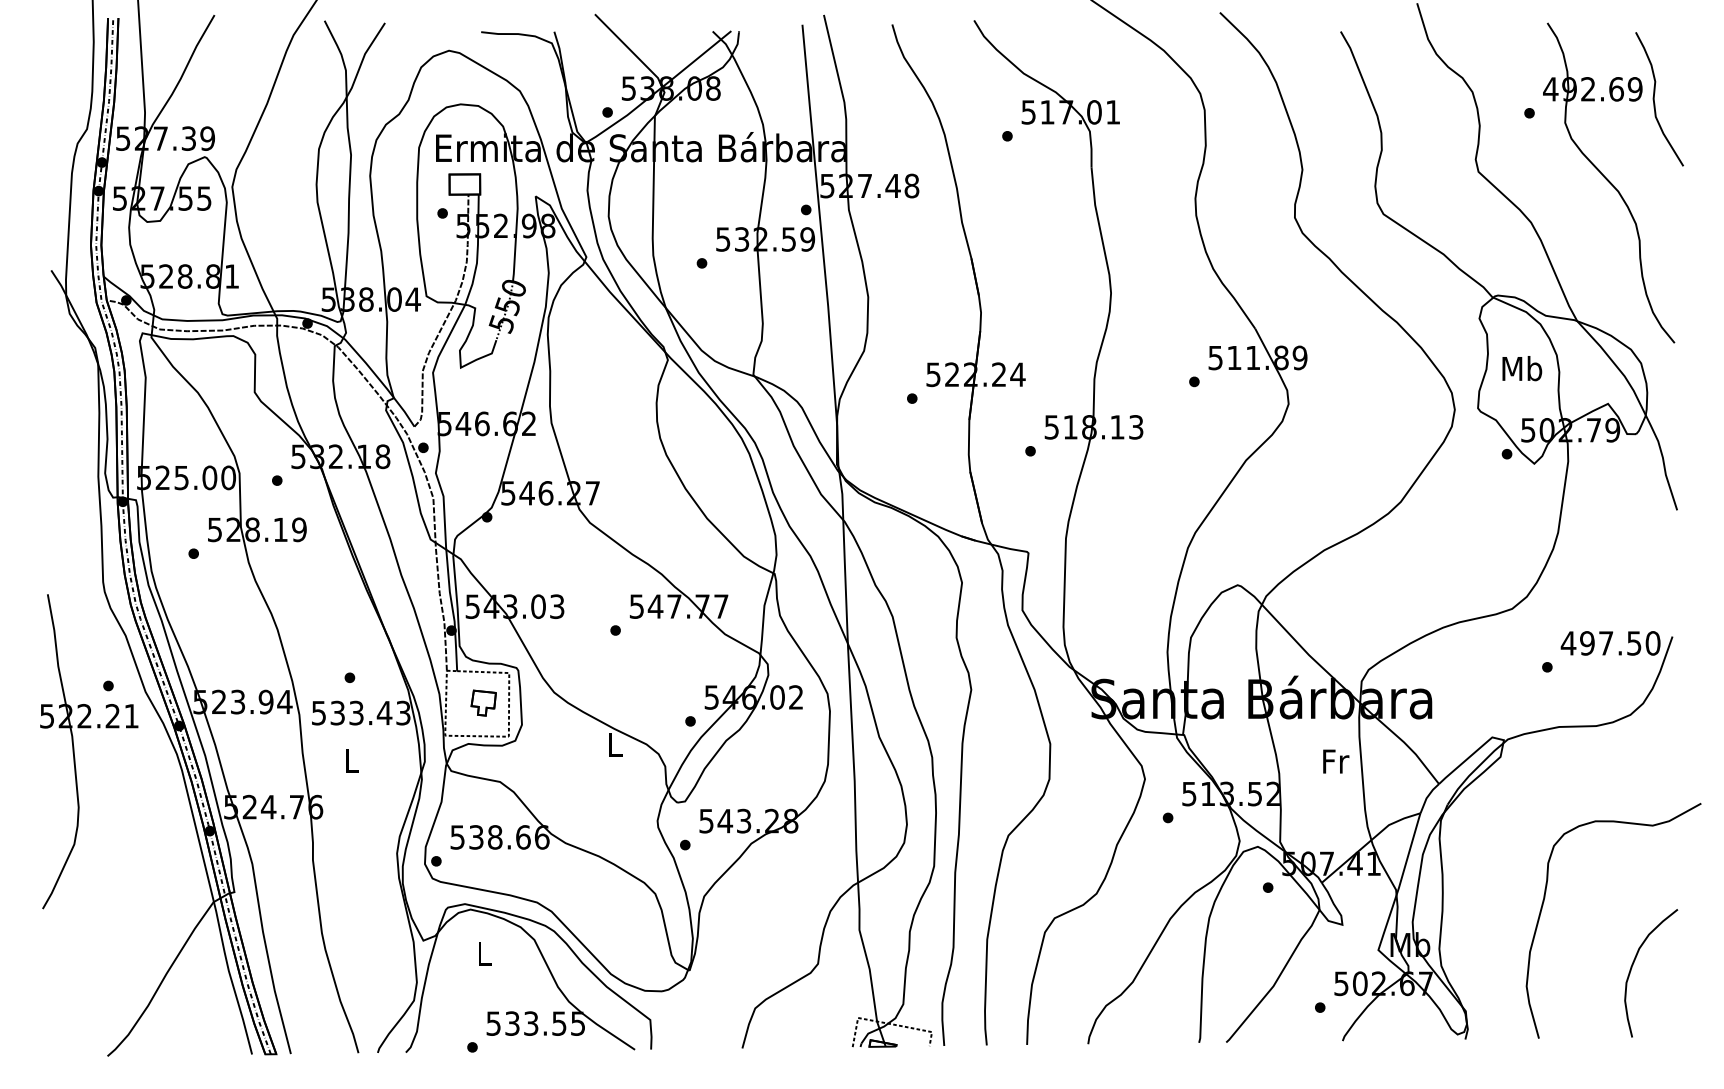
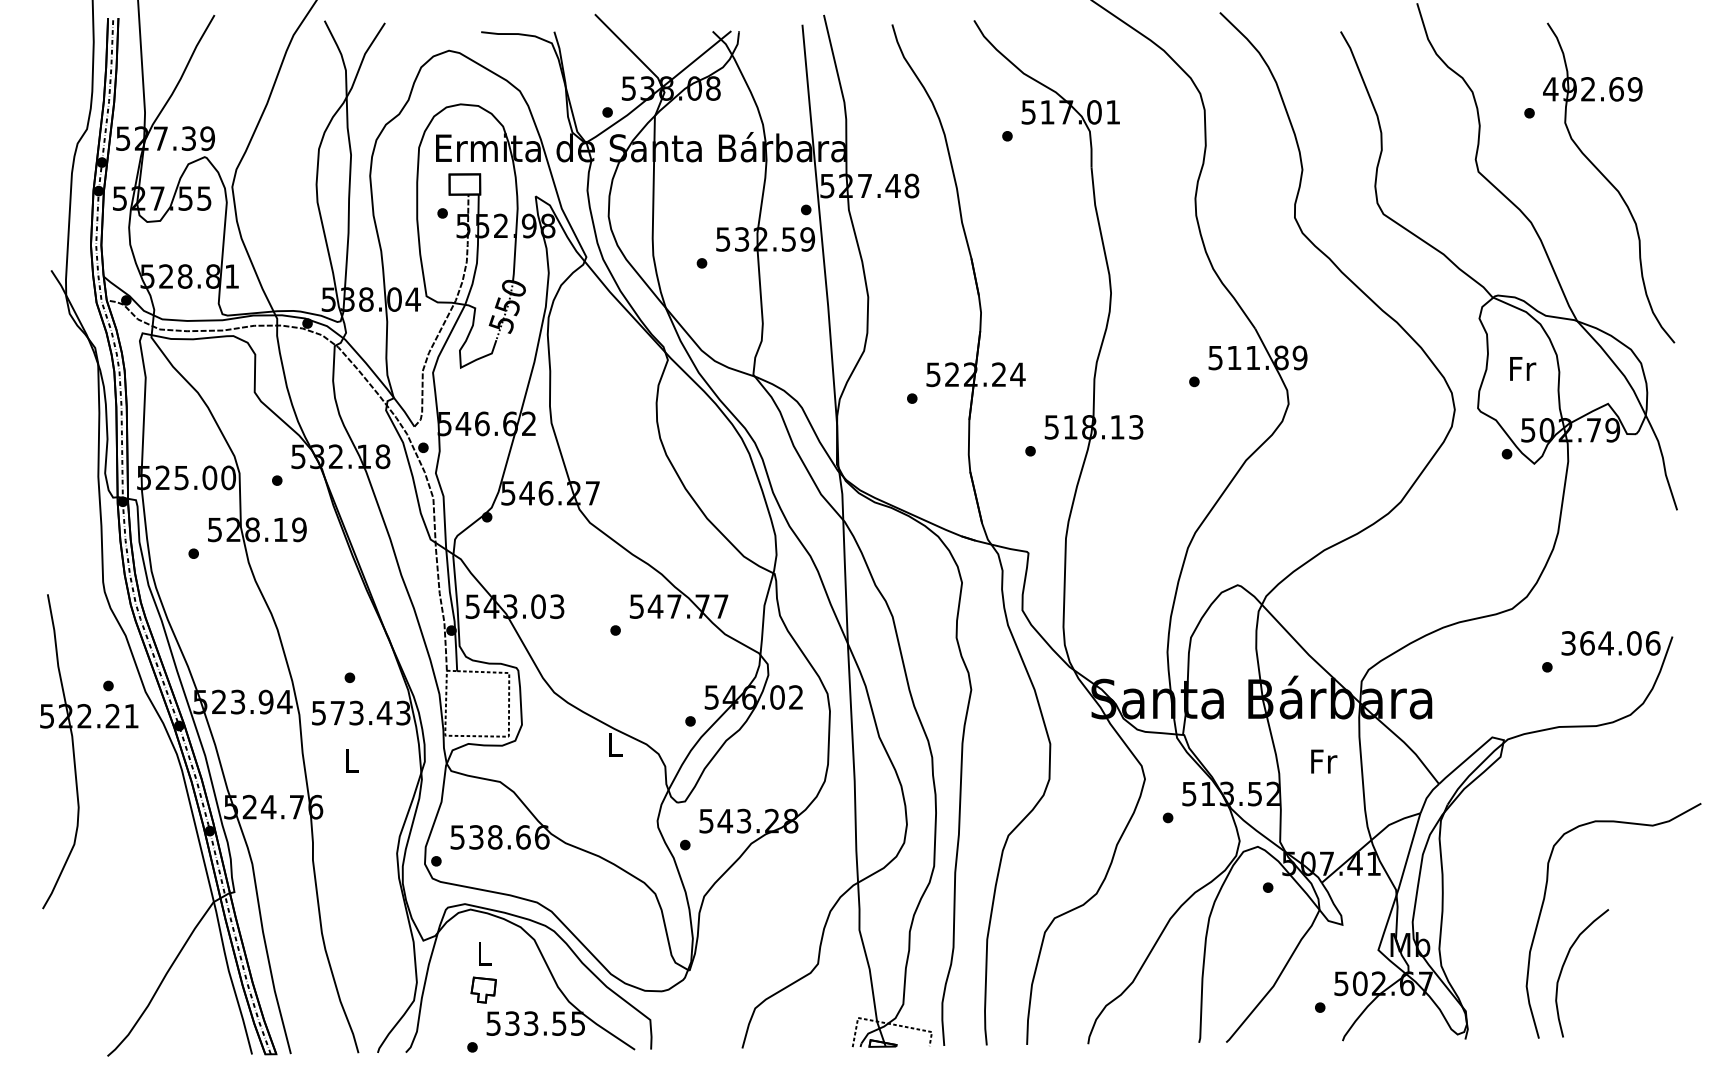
curve at (1654, 99): present -> none
text at (1522, 368): Mb -> Fr
text at (1610, 643): 497.50 -> 364.06
part at (483, 702) position: (483, 702) -> (483, 989)
text at (337, 712): 533.43 -> 573.43
text at (1336, 761) position: (1336, 761) -> (1324, 761)
curve at (1632, 968) position: (1632, 968) -> (1563, 968)
